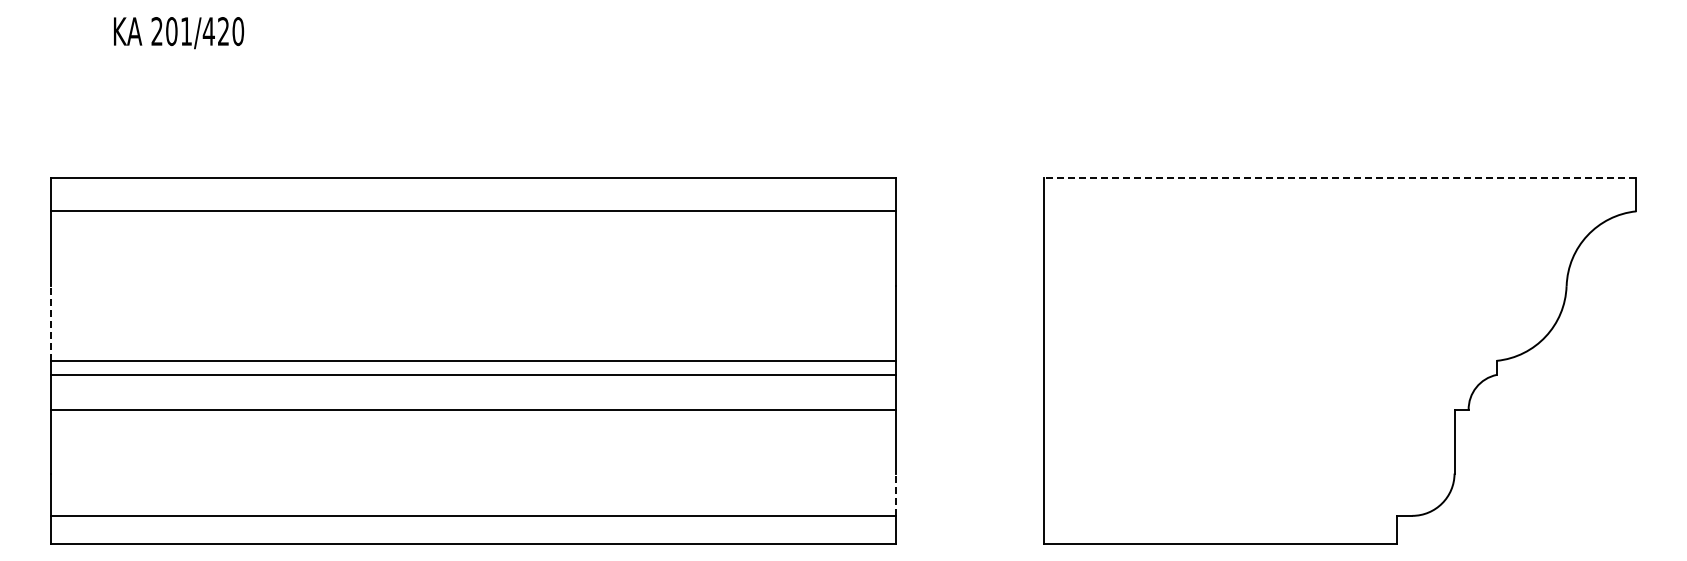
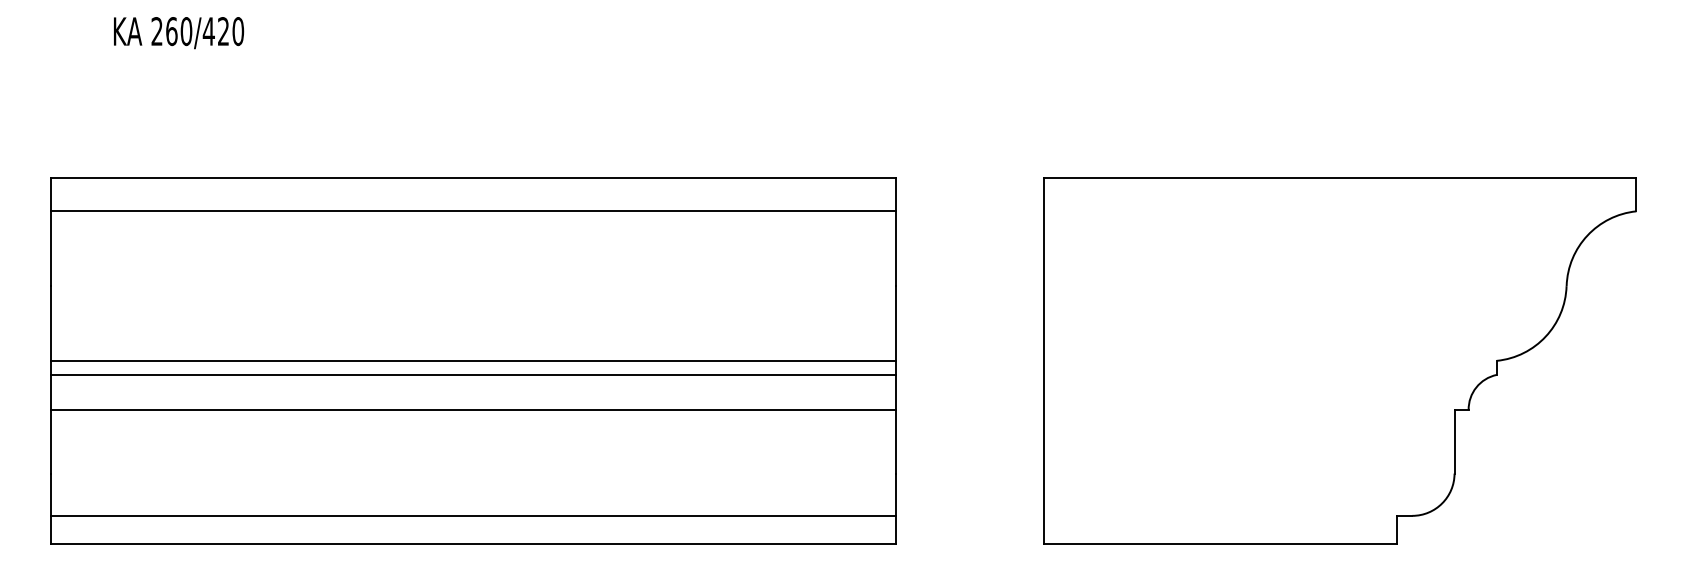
text at (179, 31): 201/420 -> 260/420
line at (1339, 177): dashed -> solid
line at (50, 322): dashed -> solid
line at (896, 494): dashed -> solid
